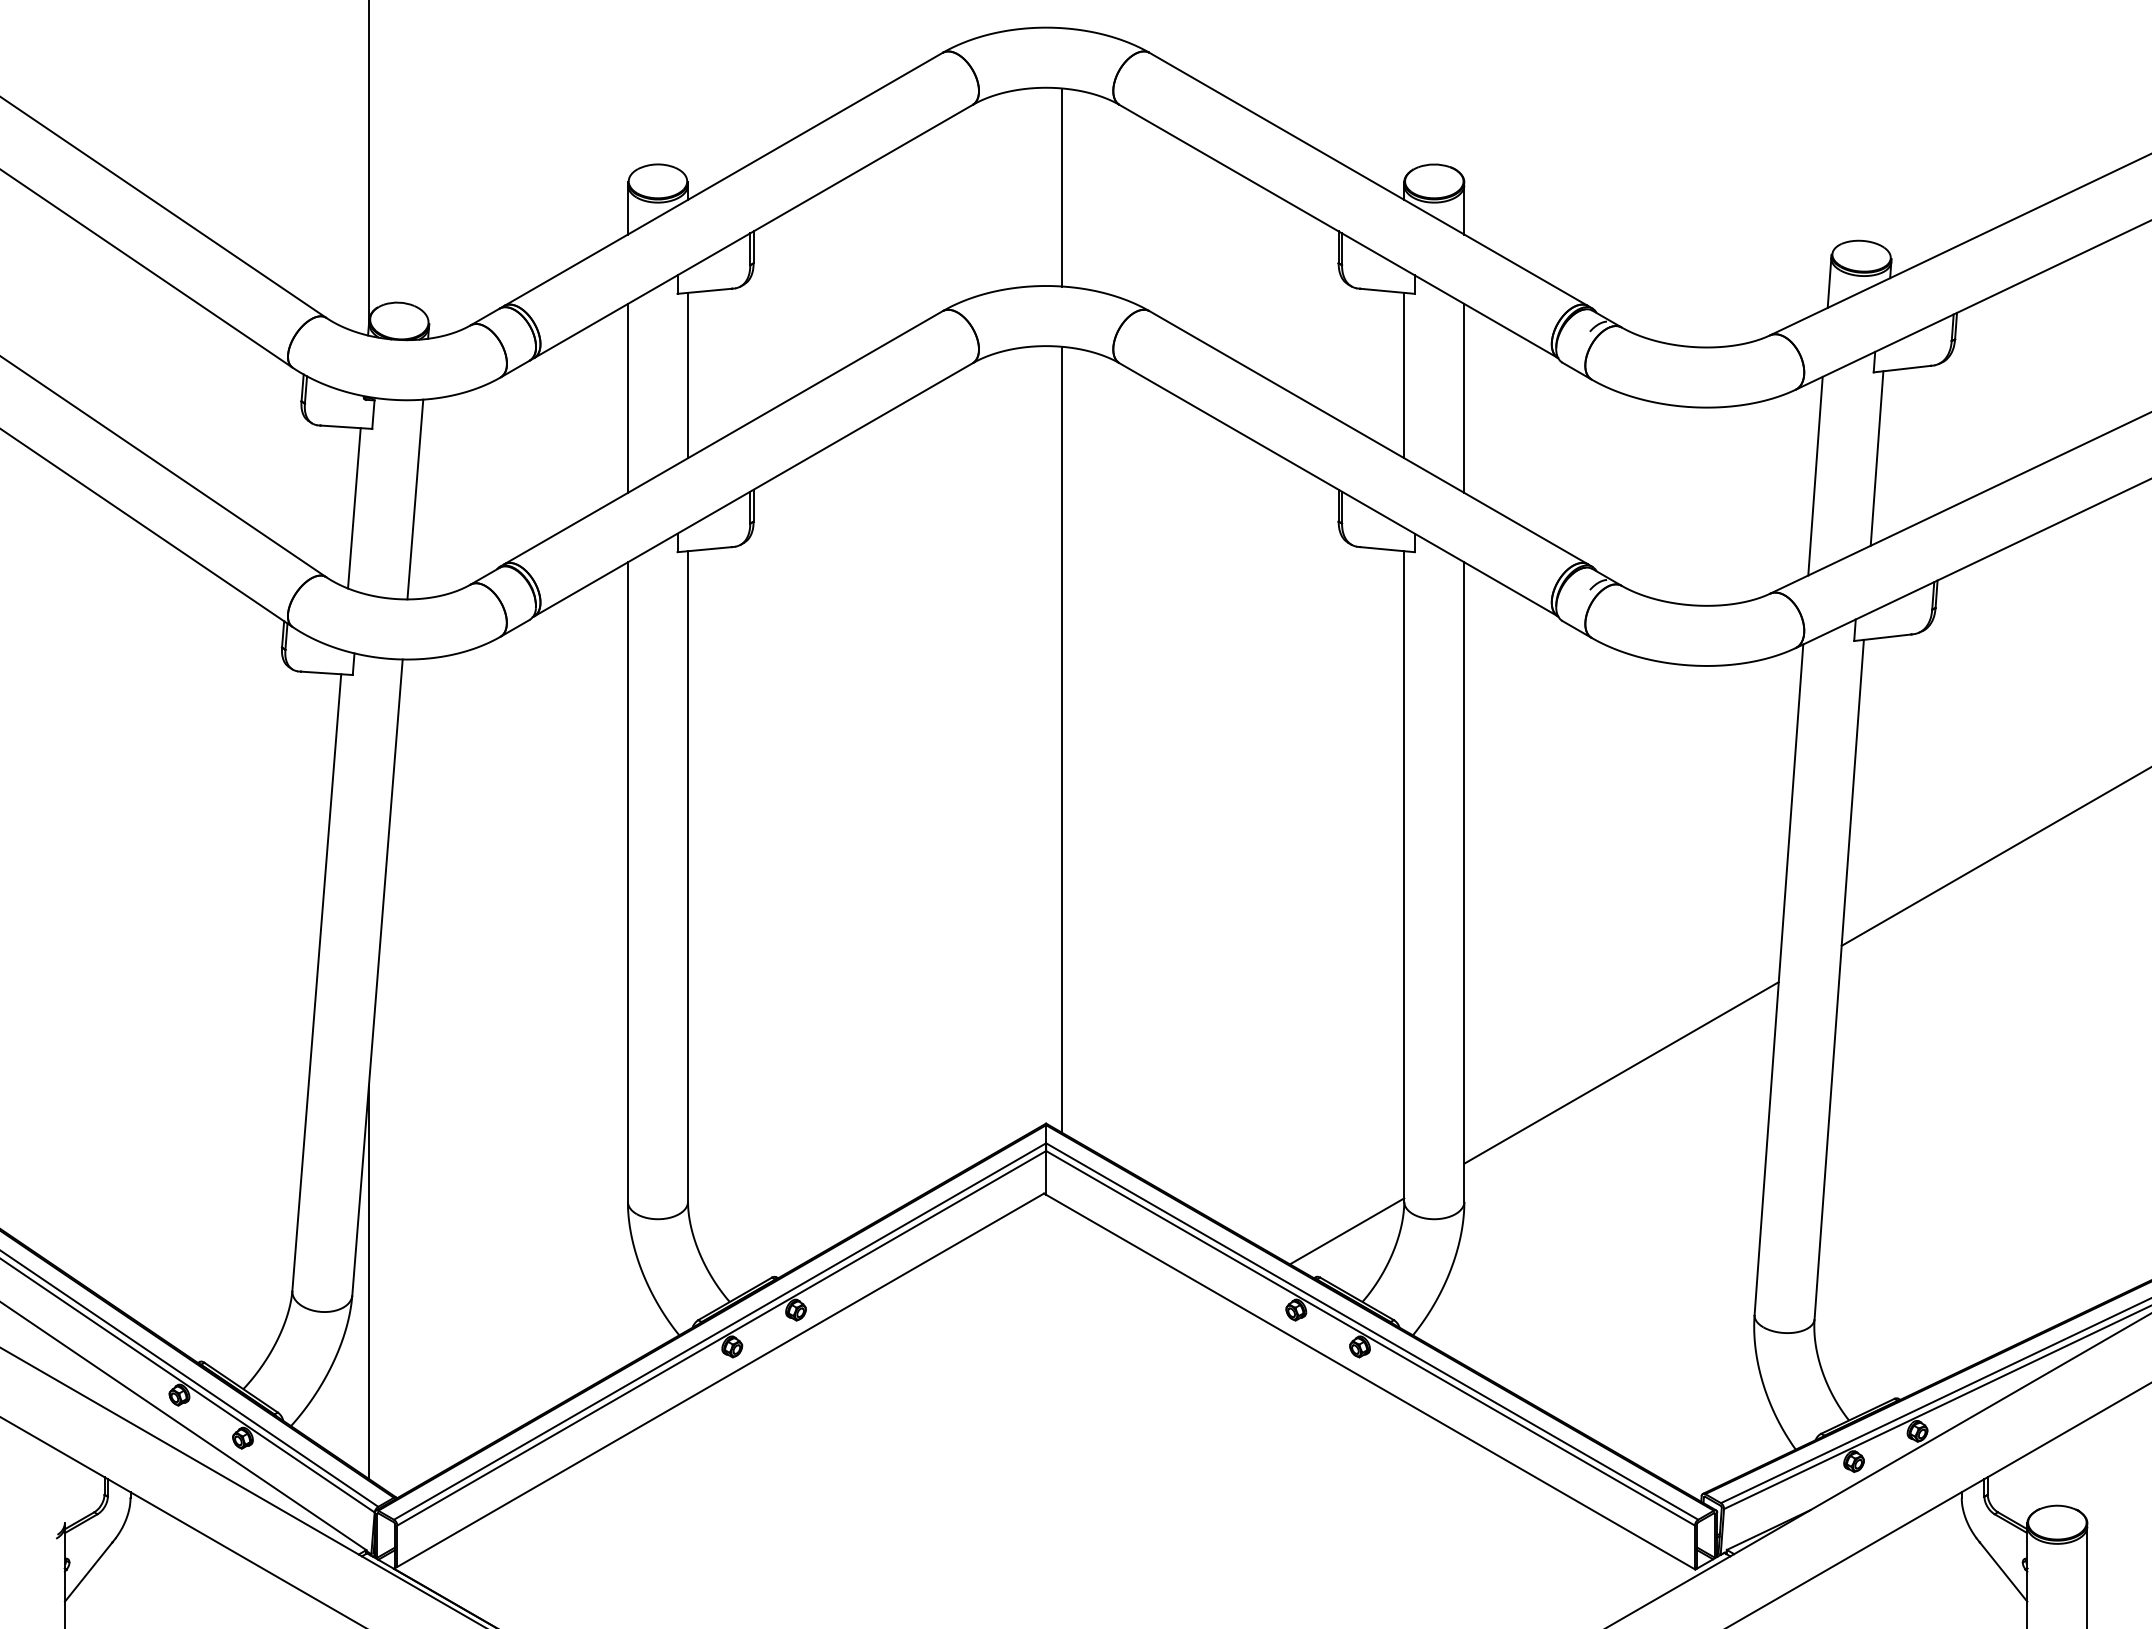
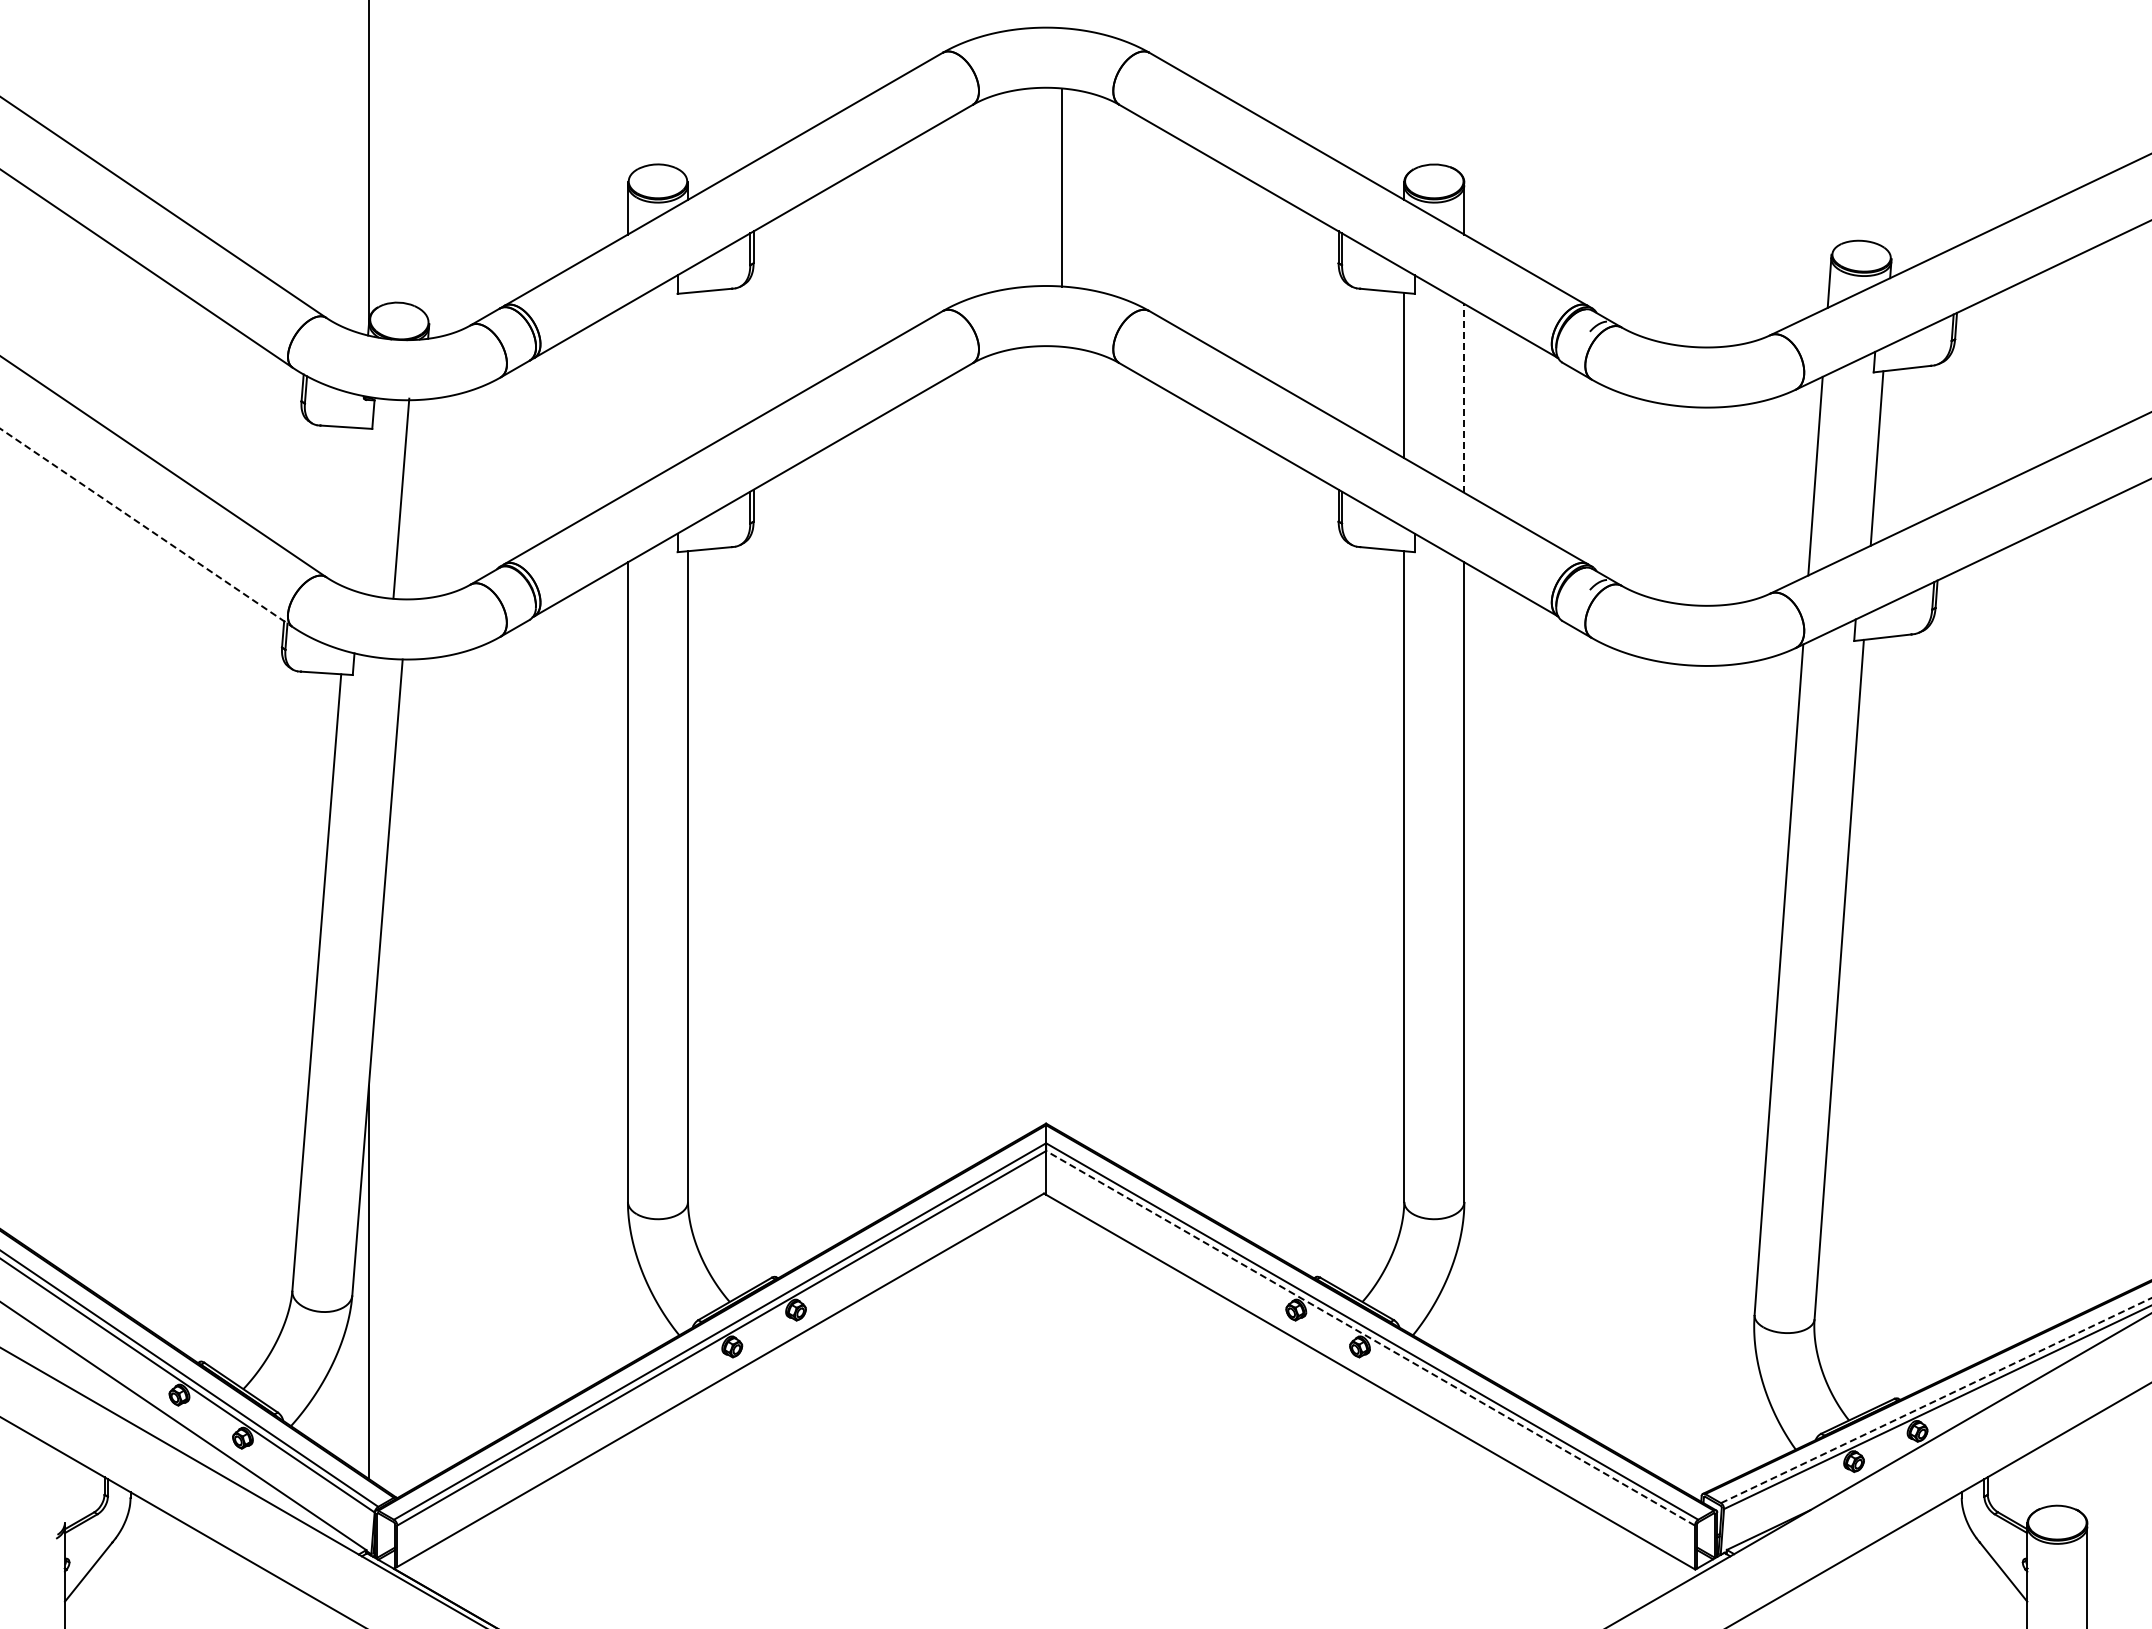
line at (688, 375): present -> none
line at (627, 397): present -> none
line at (1464, 397): solid -> dashed
line at (415, 499) position: (415, 499) -> (401, 498)
line at (354, 508): present -> none
line at (146, 528): solid -> dashed
line at (1062, 739): present -> none
line at (1994, 856): present -> none
line at (1621, 1072): present -> none
line at (1346, 1231): present -> none
line at (1370, 1338): solid -> dashed
line at (1936, 1400): solid -> dashed
